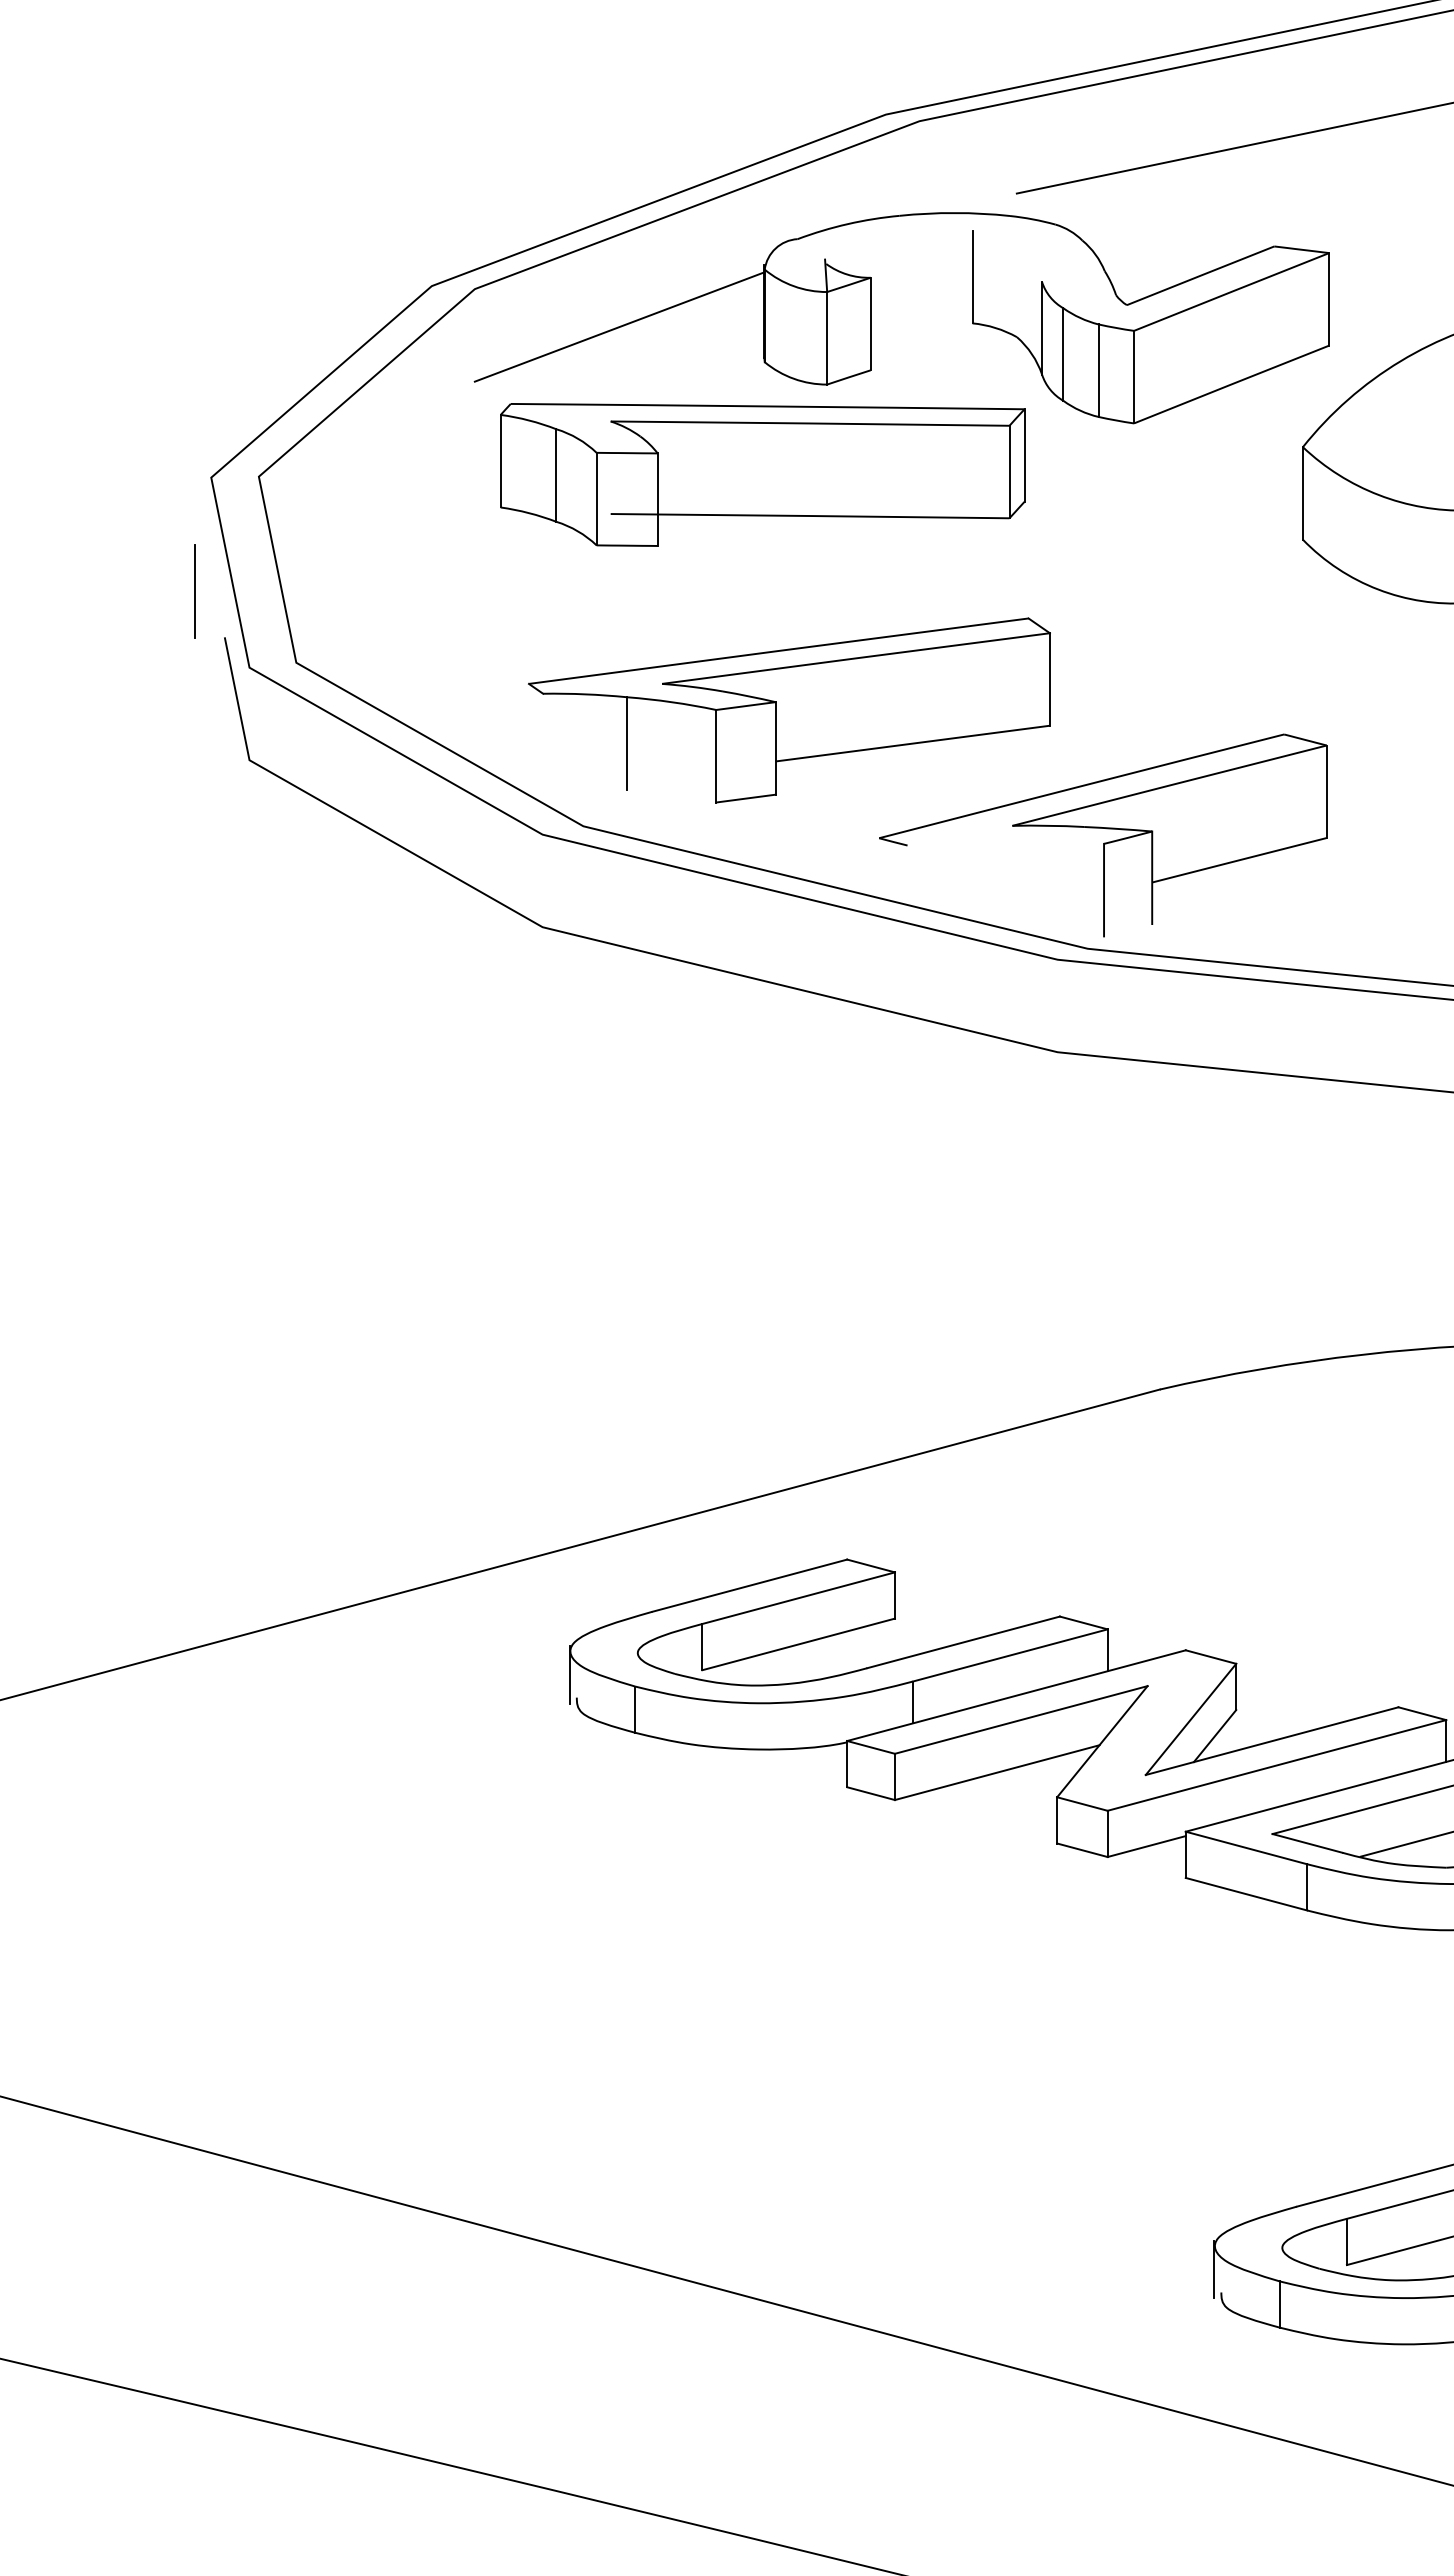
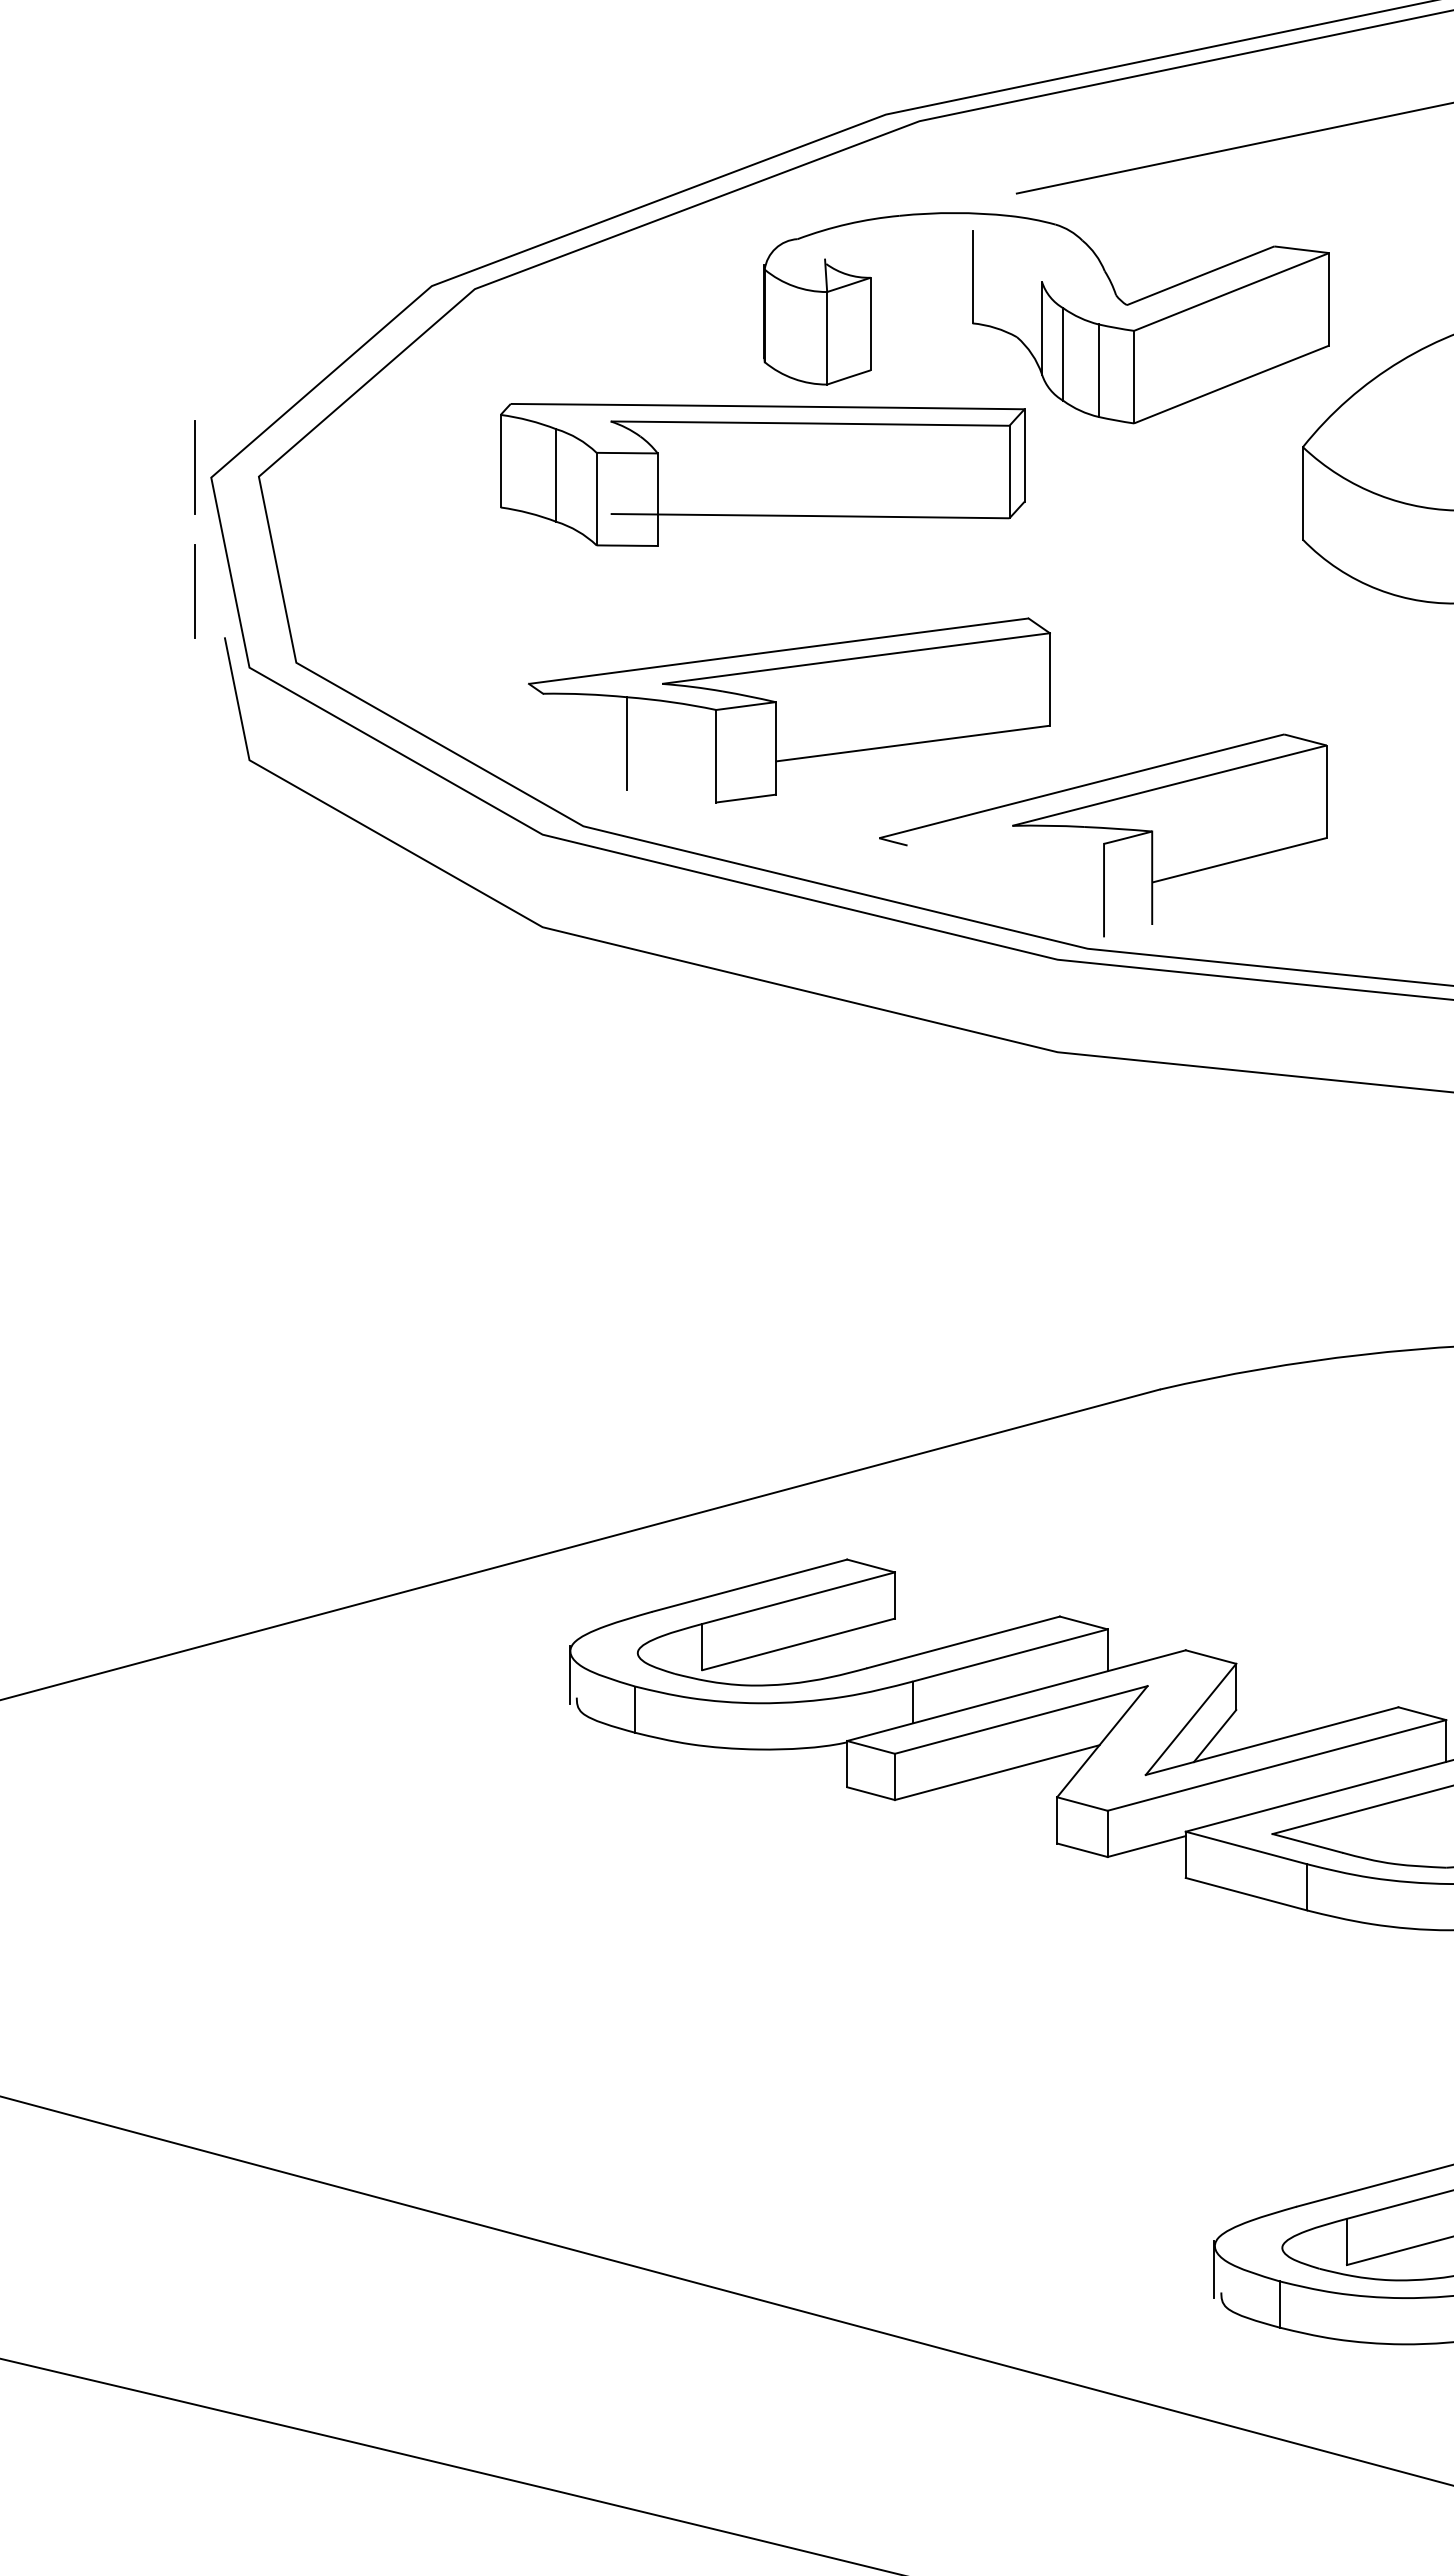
line at (618, 326): present -> none
line at (194, 467): none -> present
line at (1405, 1844): present -> none
